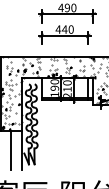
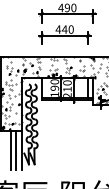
line at (16, 150): none -> present
